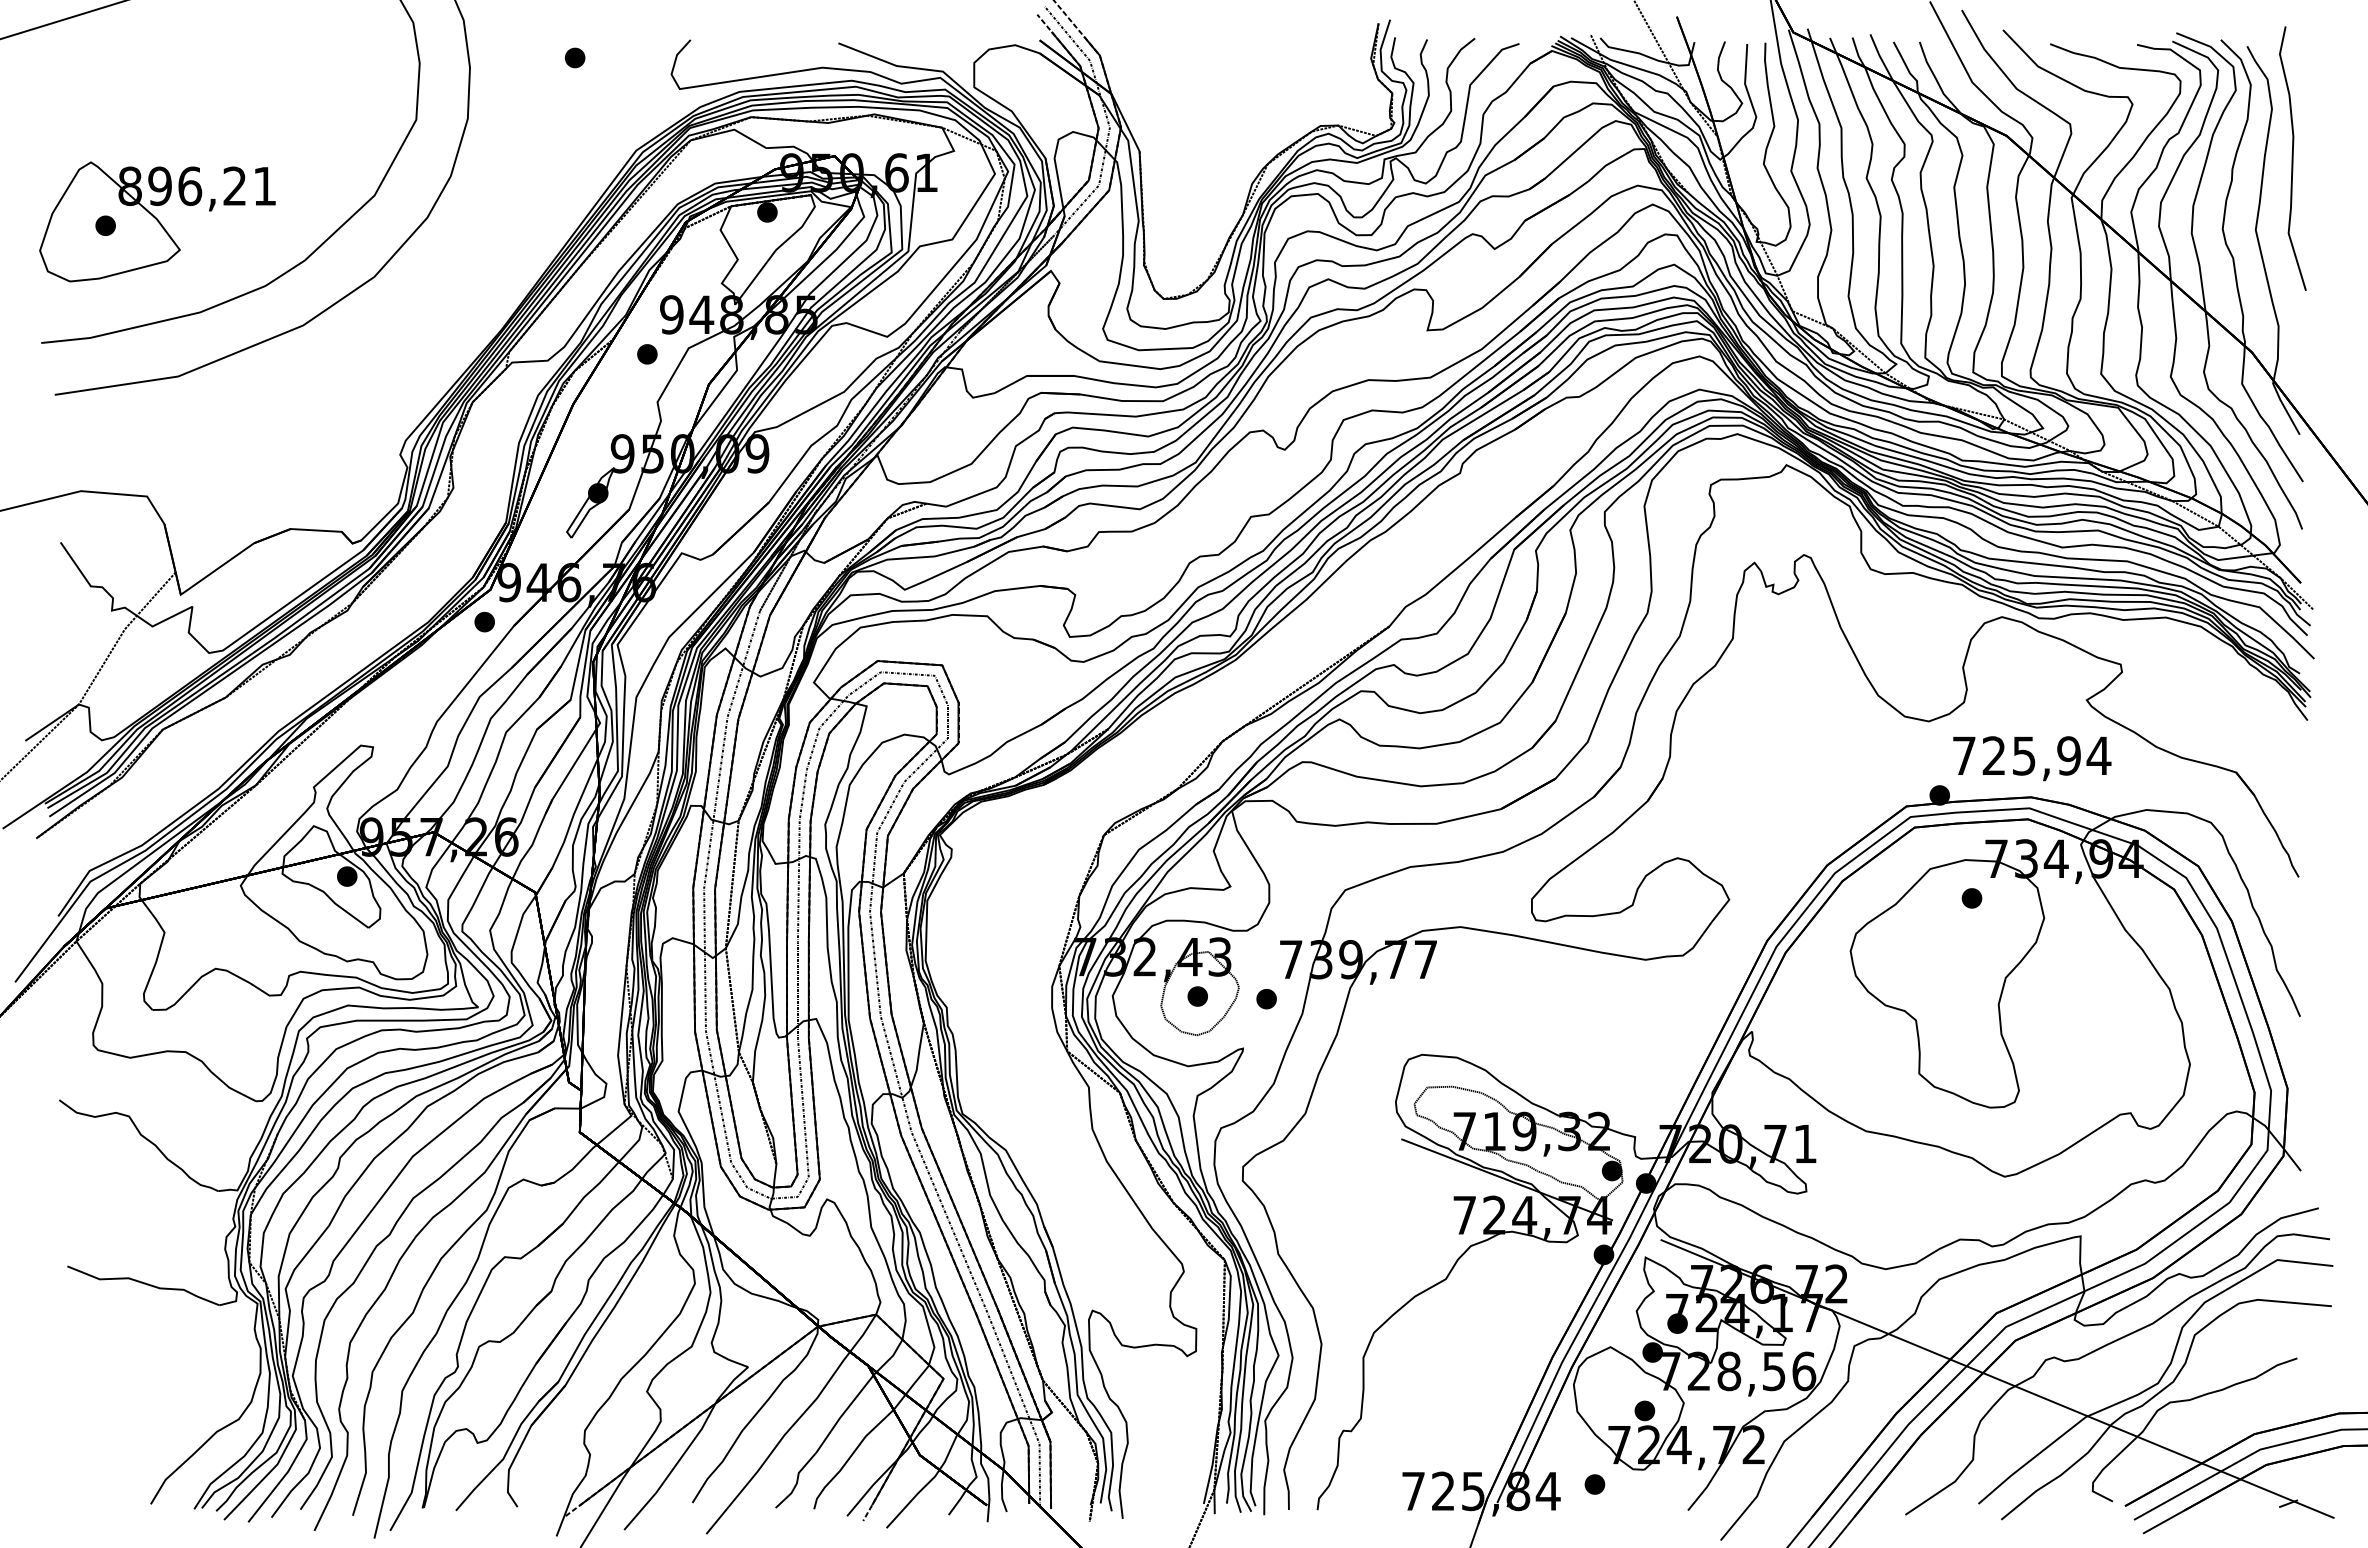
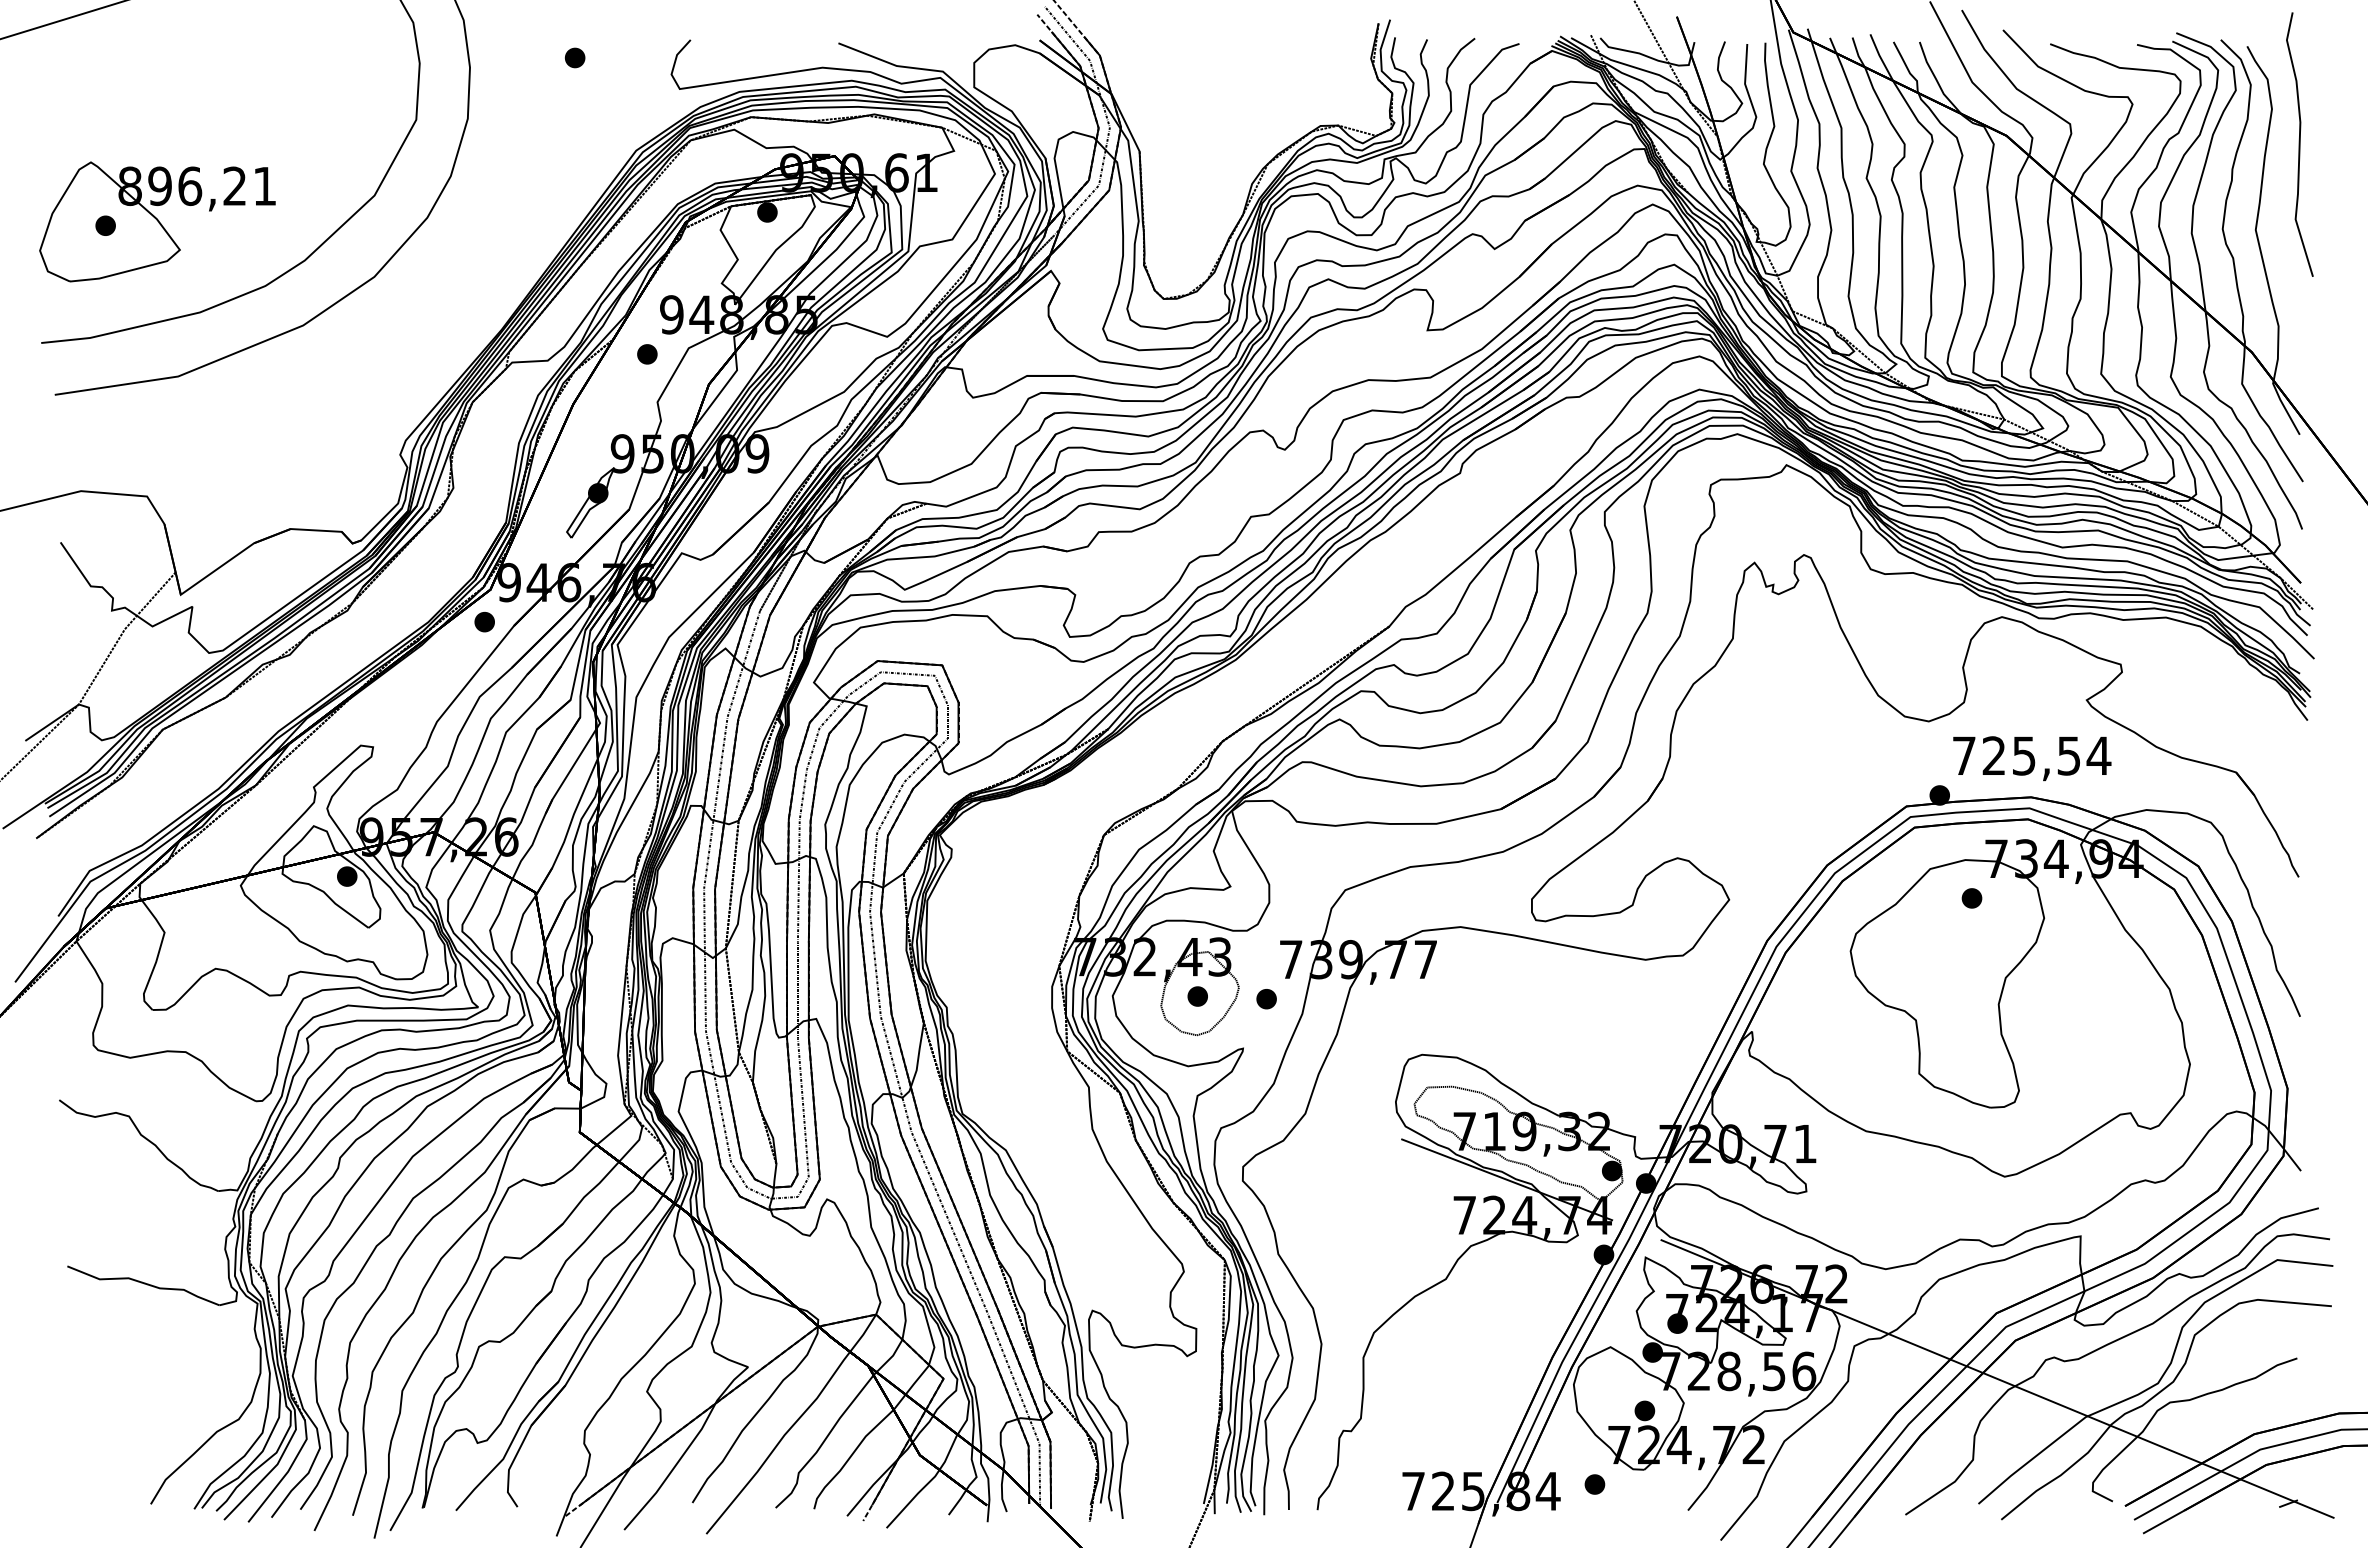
curve at (2292, 158) position: (2292, 158) -> (2299, 144)
text at (2068, 755): 725,94 -> 725,54
